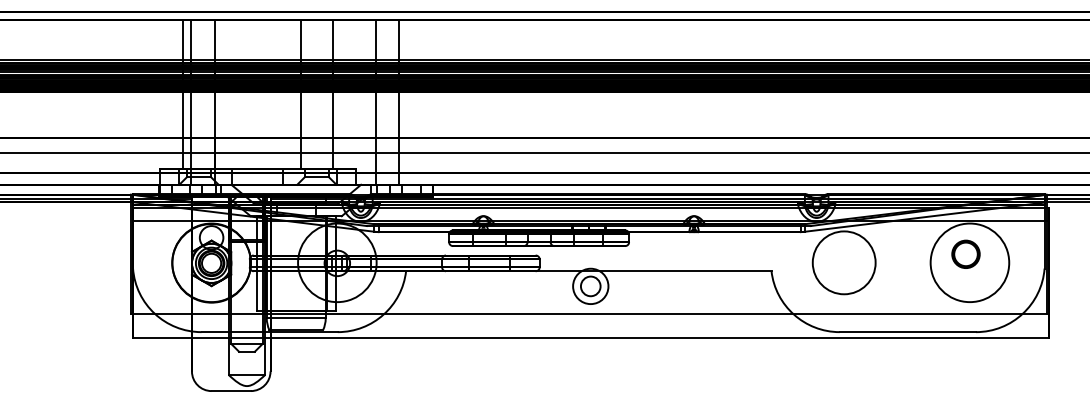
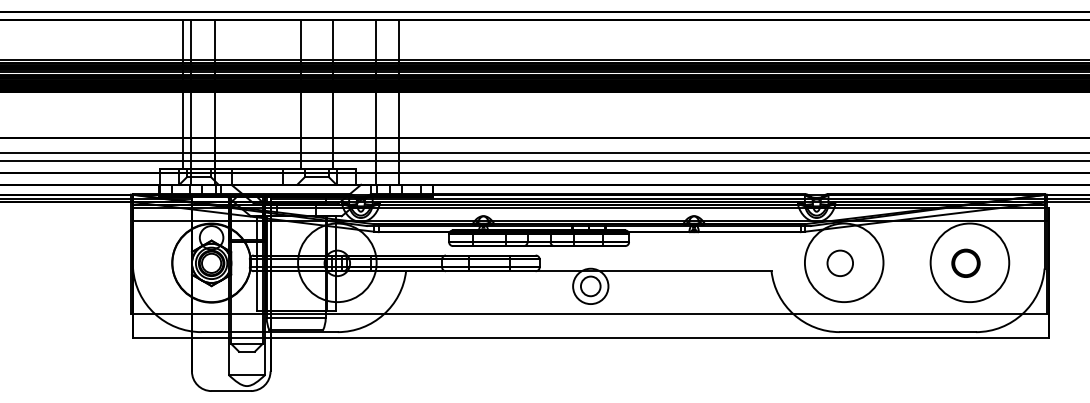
line at (544, 161): none -> present
part at (965, 253) position: (965, 253) -> (965, 262)
circle at (839, 262): none -> present
circle at (843, 262) diameter: 63 px -> 79 px
